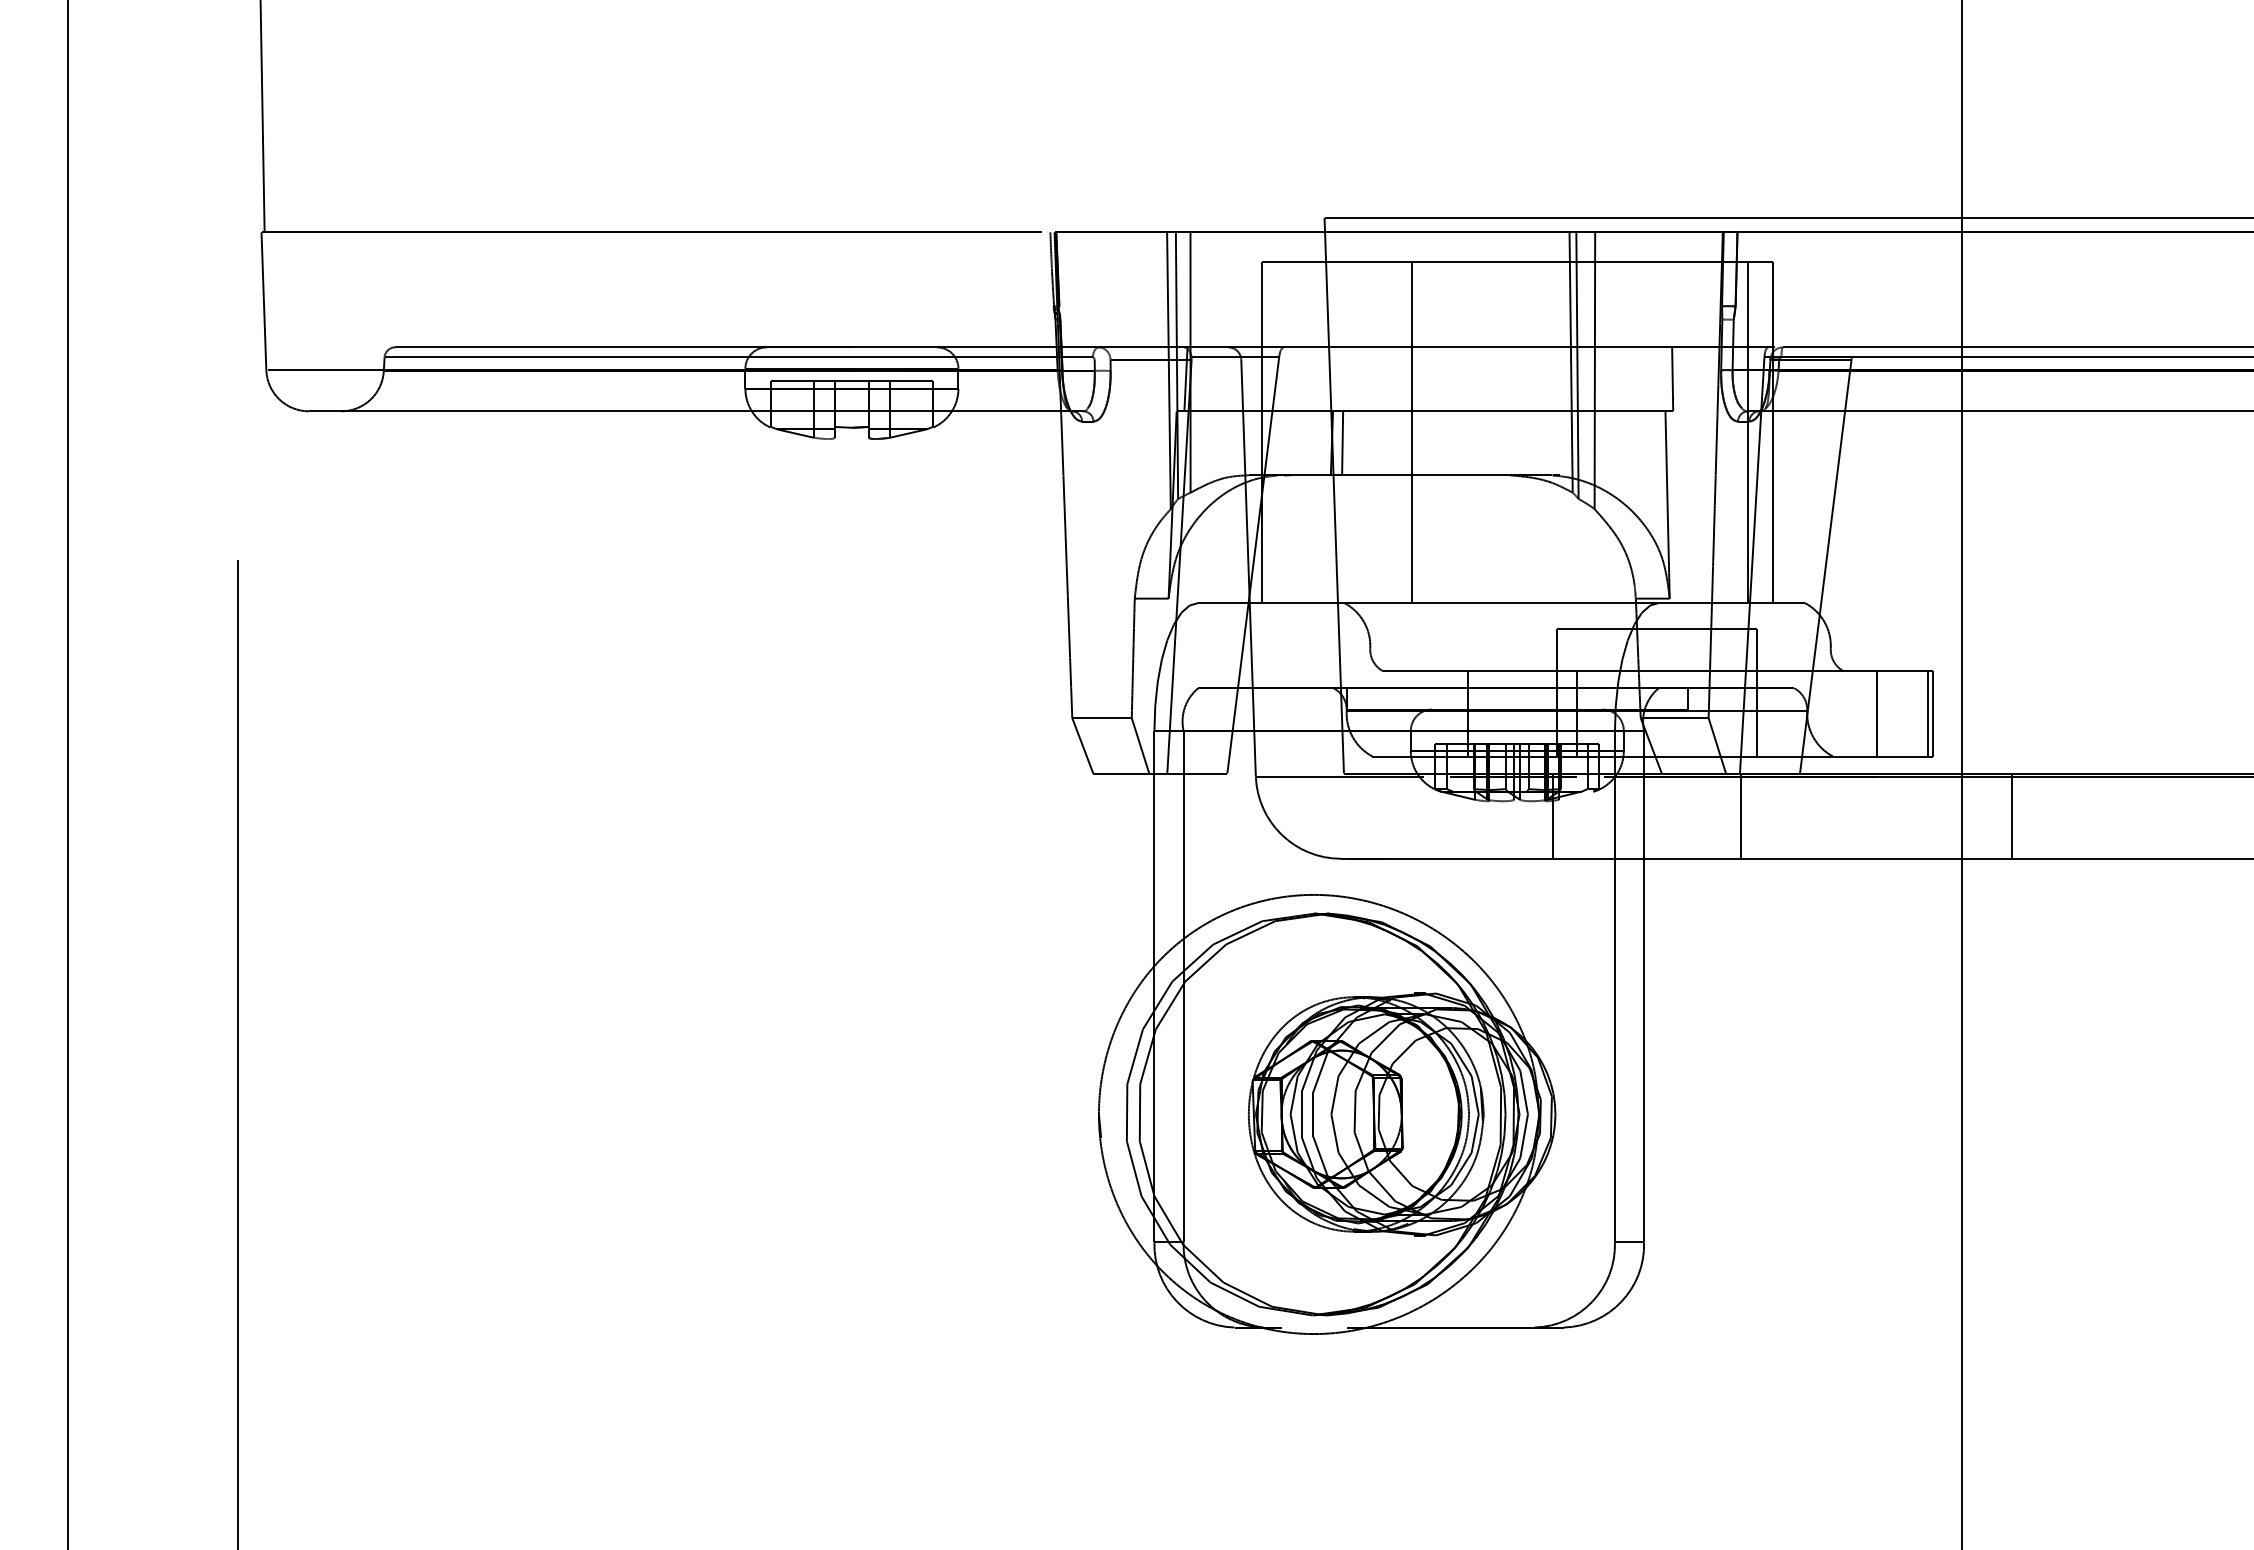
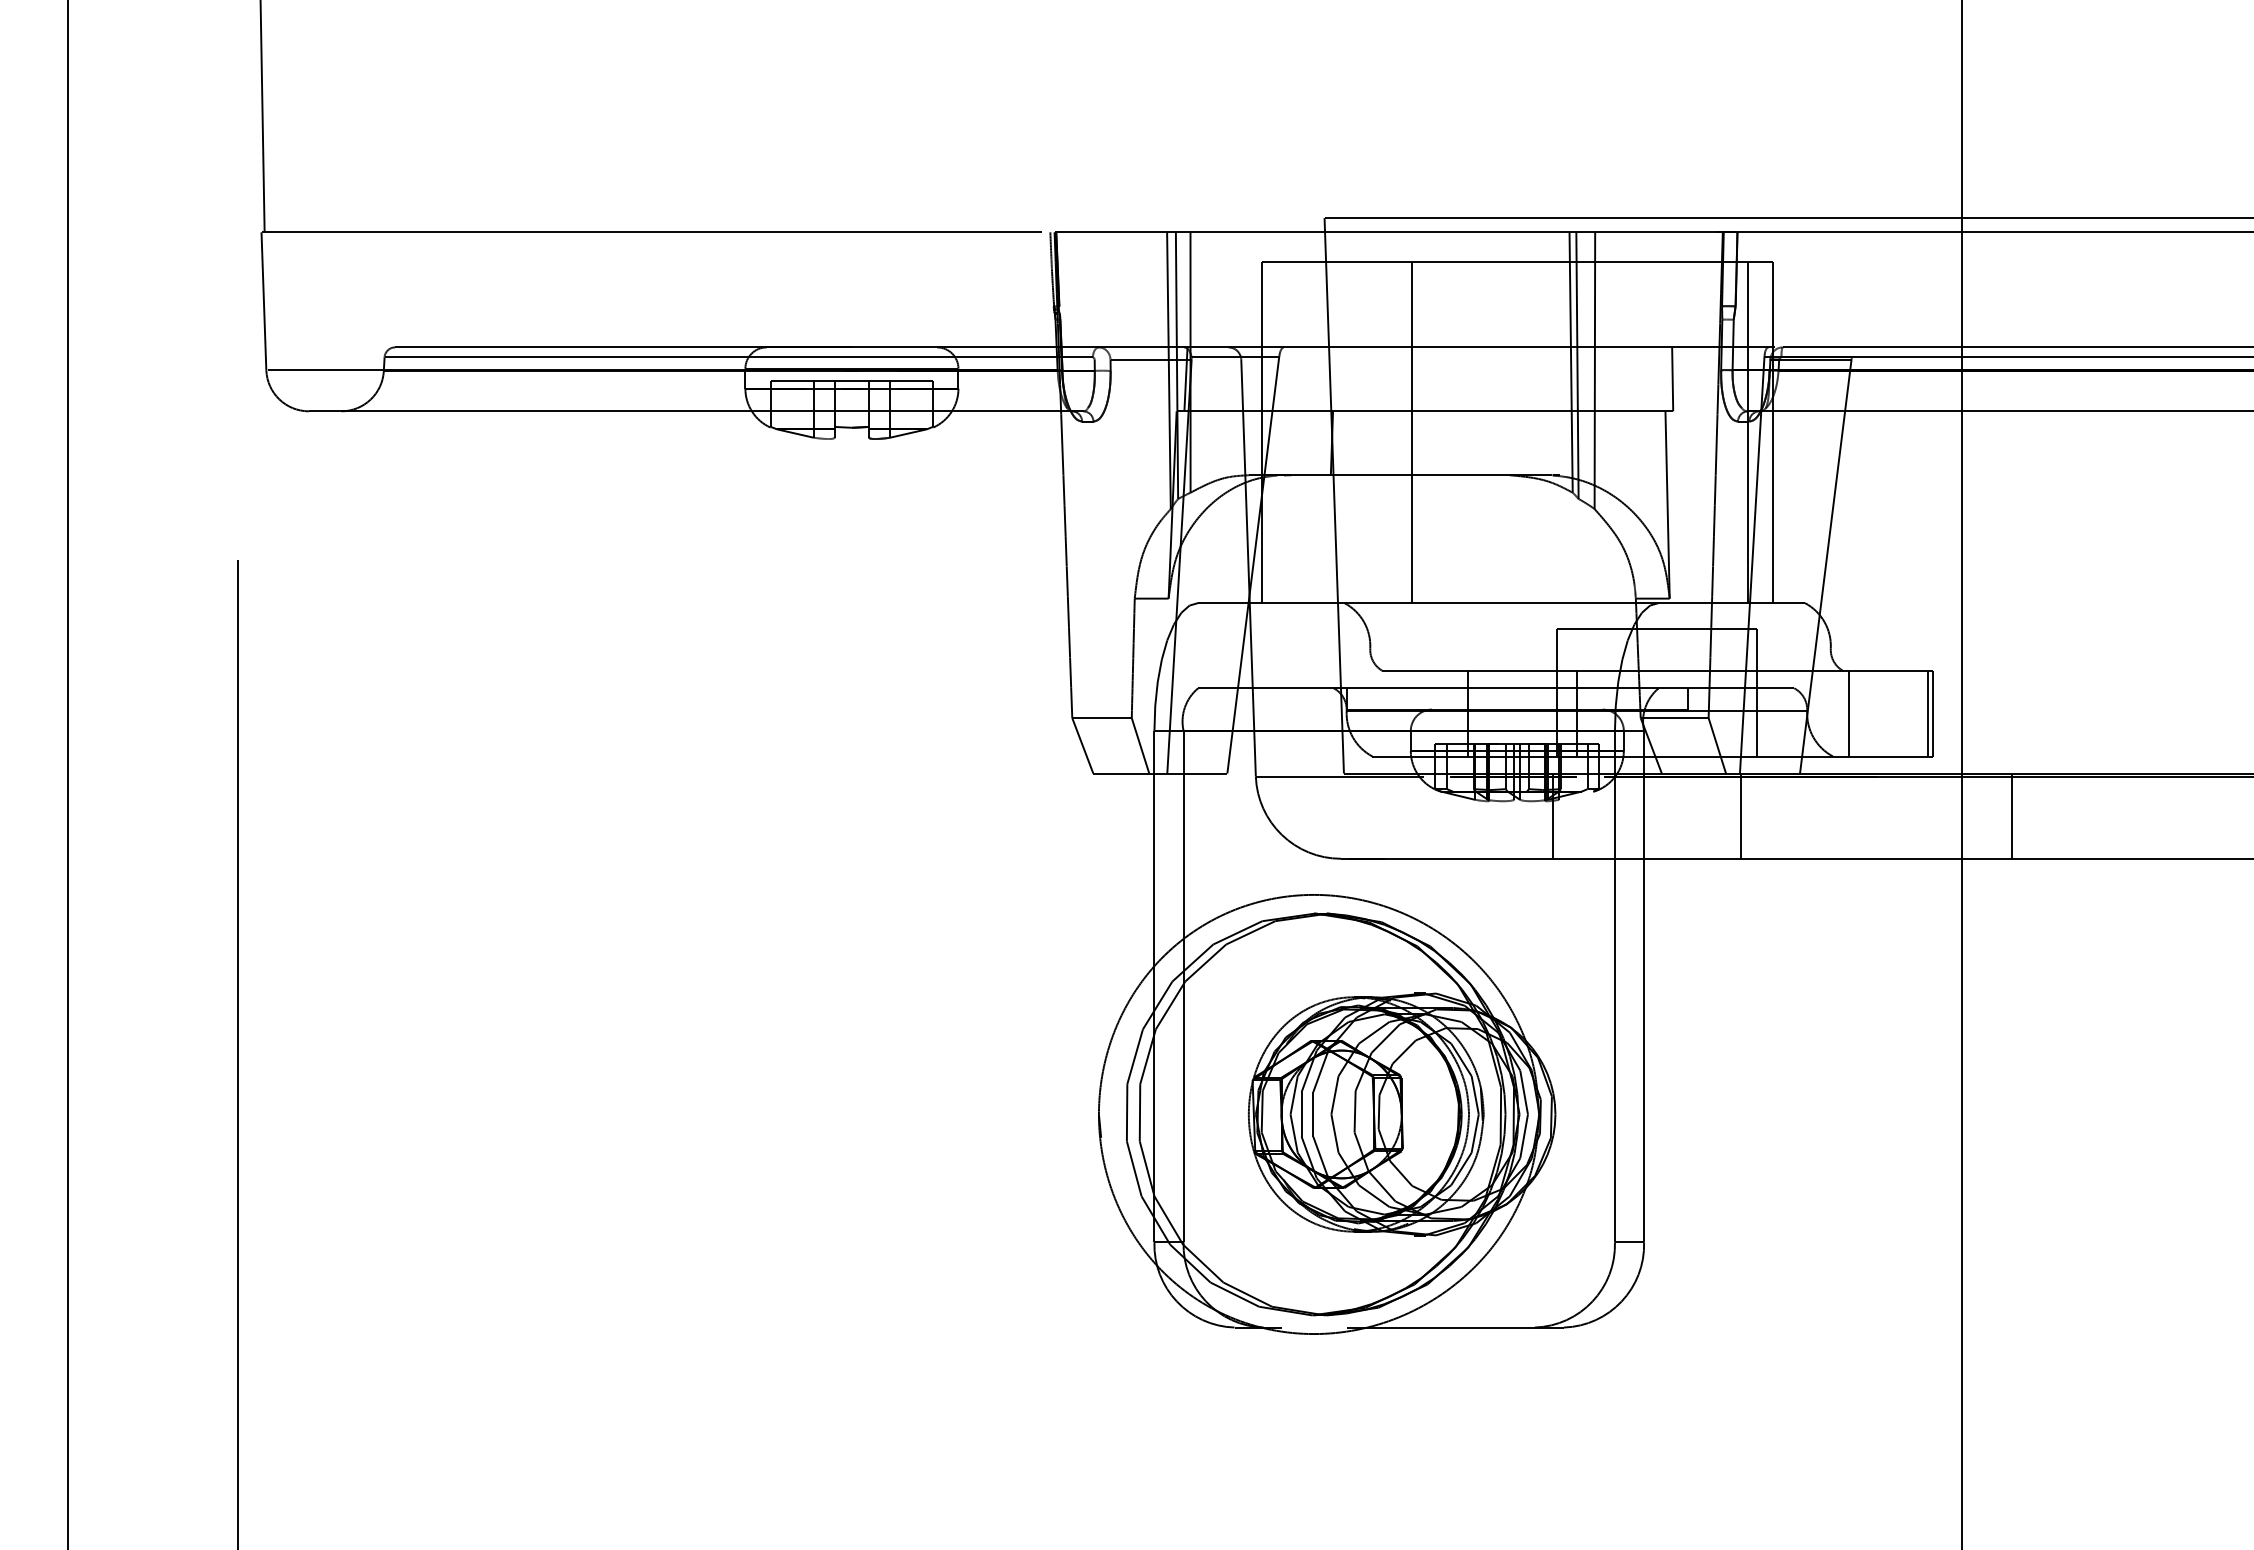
line at (1342, 443): present -> none
line at (1877, 713) position: (1877, 713) -> (1849, 713)
